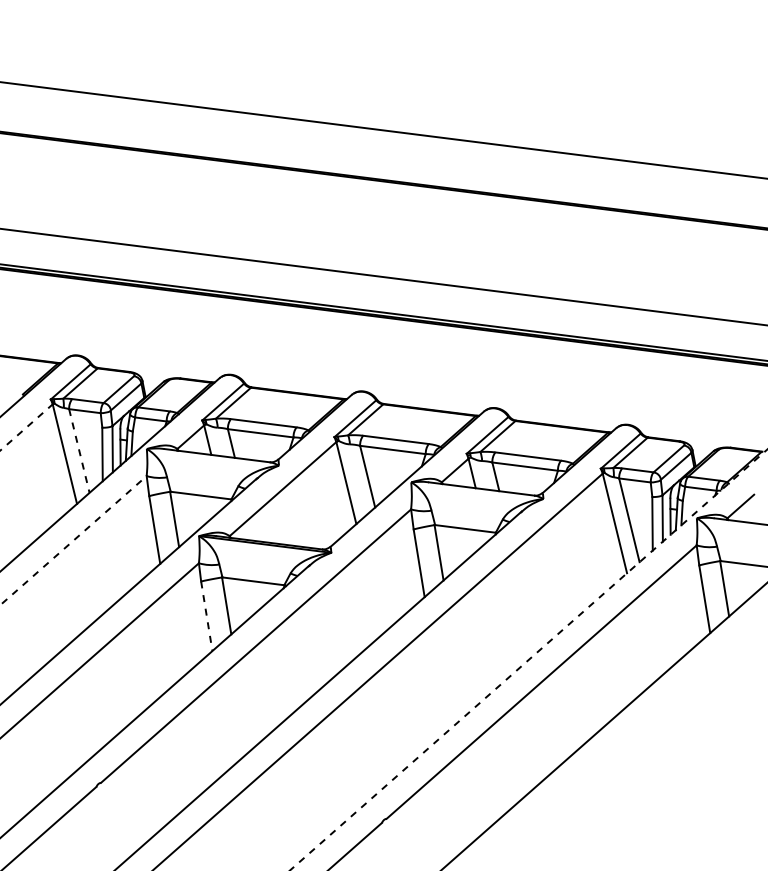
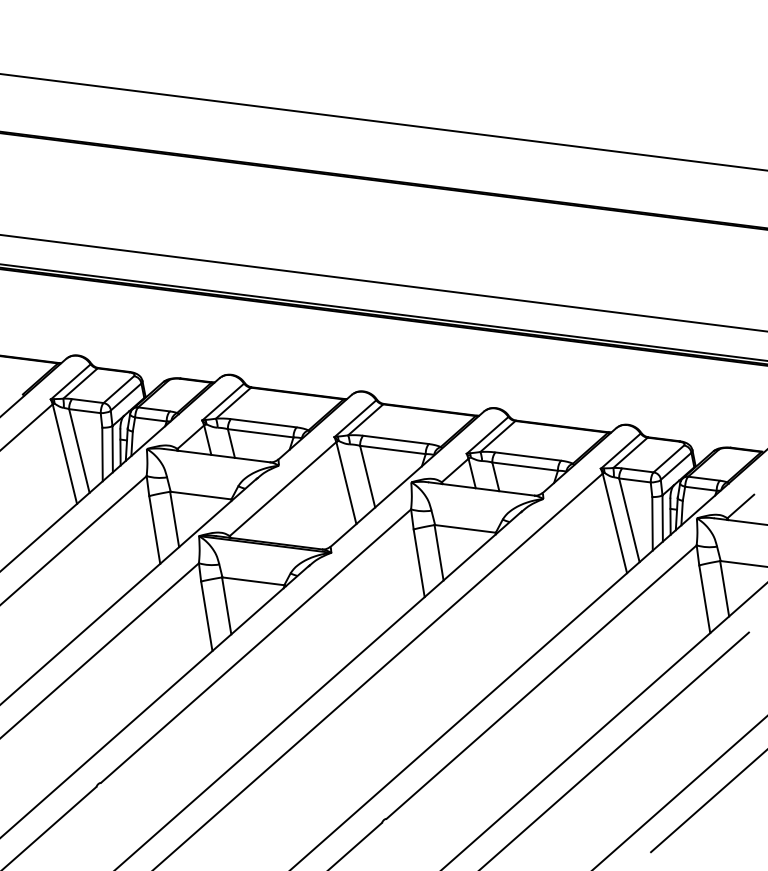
line at (383, 130) position: (383, 130) -> (383, 122)
line at (383, 277) position: (383, 277) -> (383, 283)
line at (26, 427): dashed -> solid
line at (79, 451): dashed -> solid
line at (74, 540): dashed -> solid
line at (206, 616): dashed -> solid
line at (528, 660): dashed -> solid
line at (615, 749): none -> present
line at (679, 792): none -> present
line at (707, 802): none -> present
